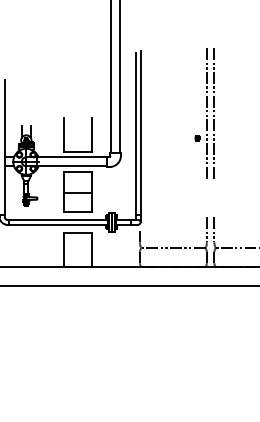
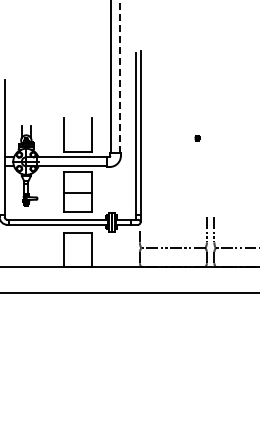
line at (120, 76): solid -> dashed
line at (206, 114): present -> none
line at (214, 114): present -> none
line at (129, 285) position: (129, 285) -> (129, 292)
